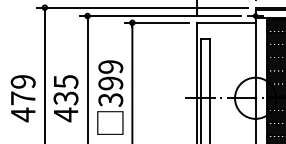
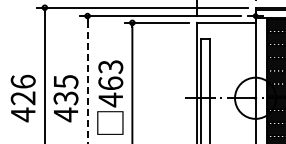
line at (87, 82): solid -> dashed
text at (110, 83): 399 -> 463
text at (22, 89): 479 -> 426
